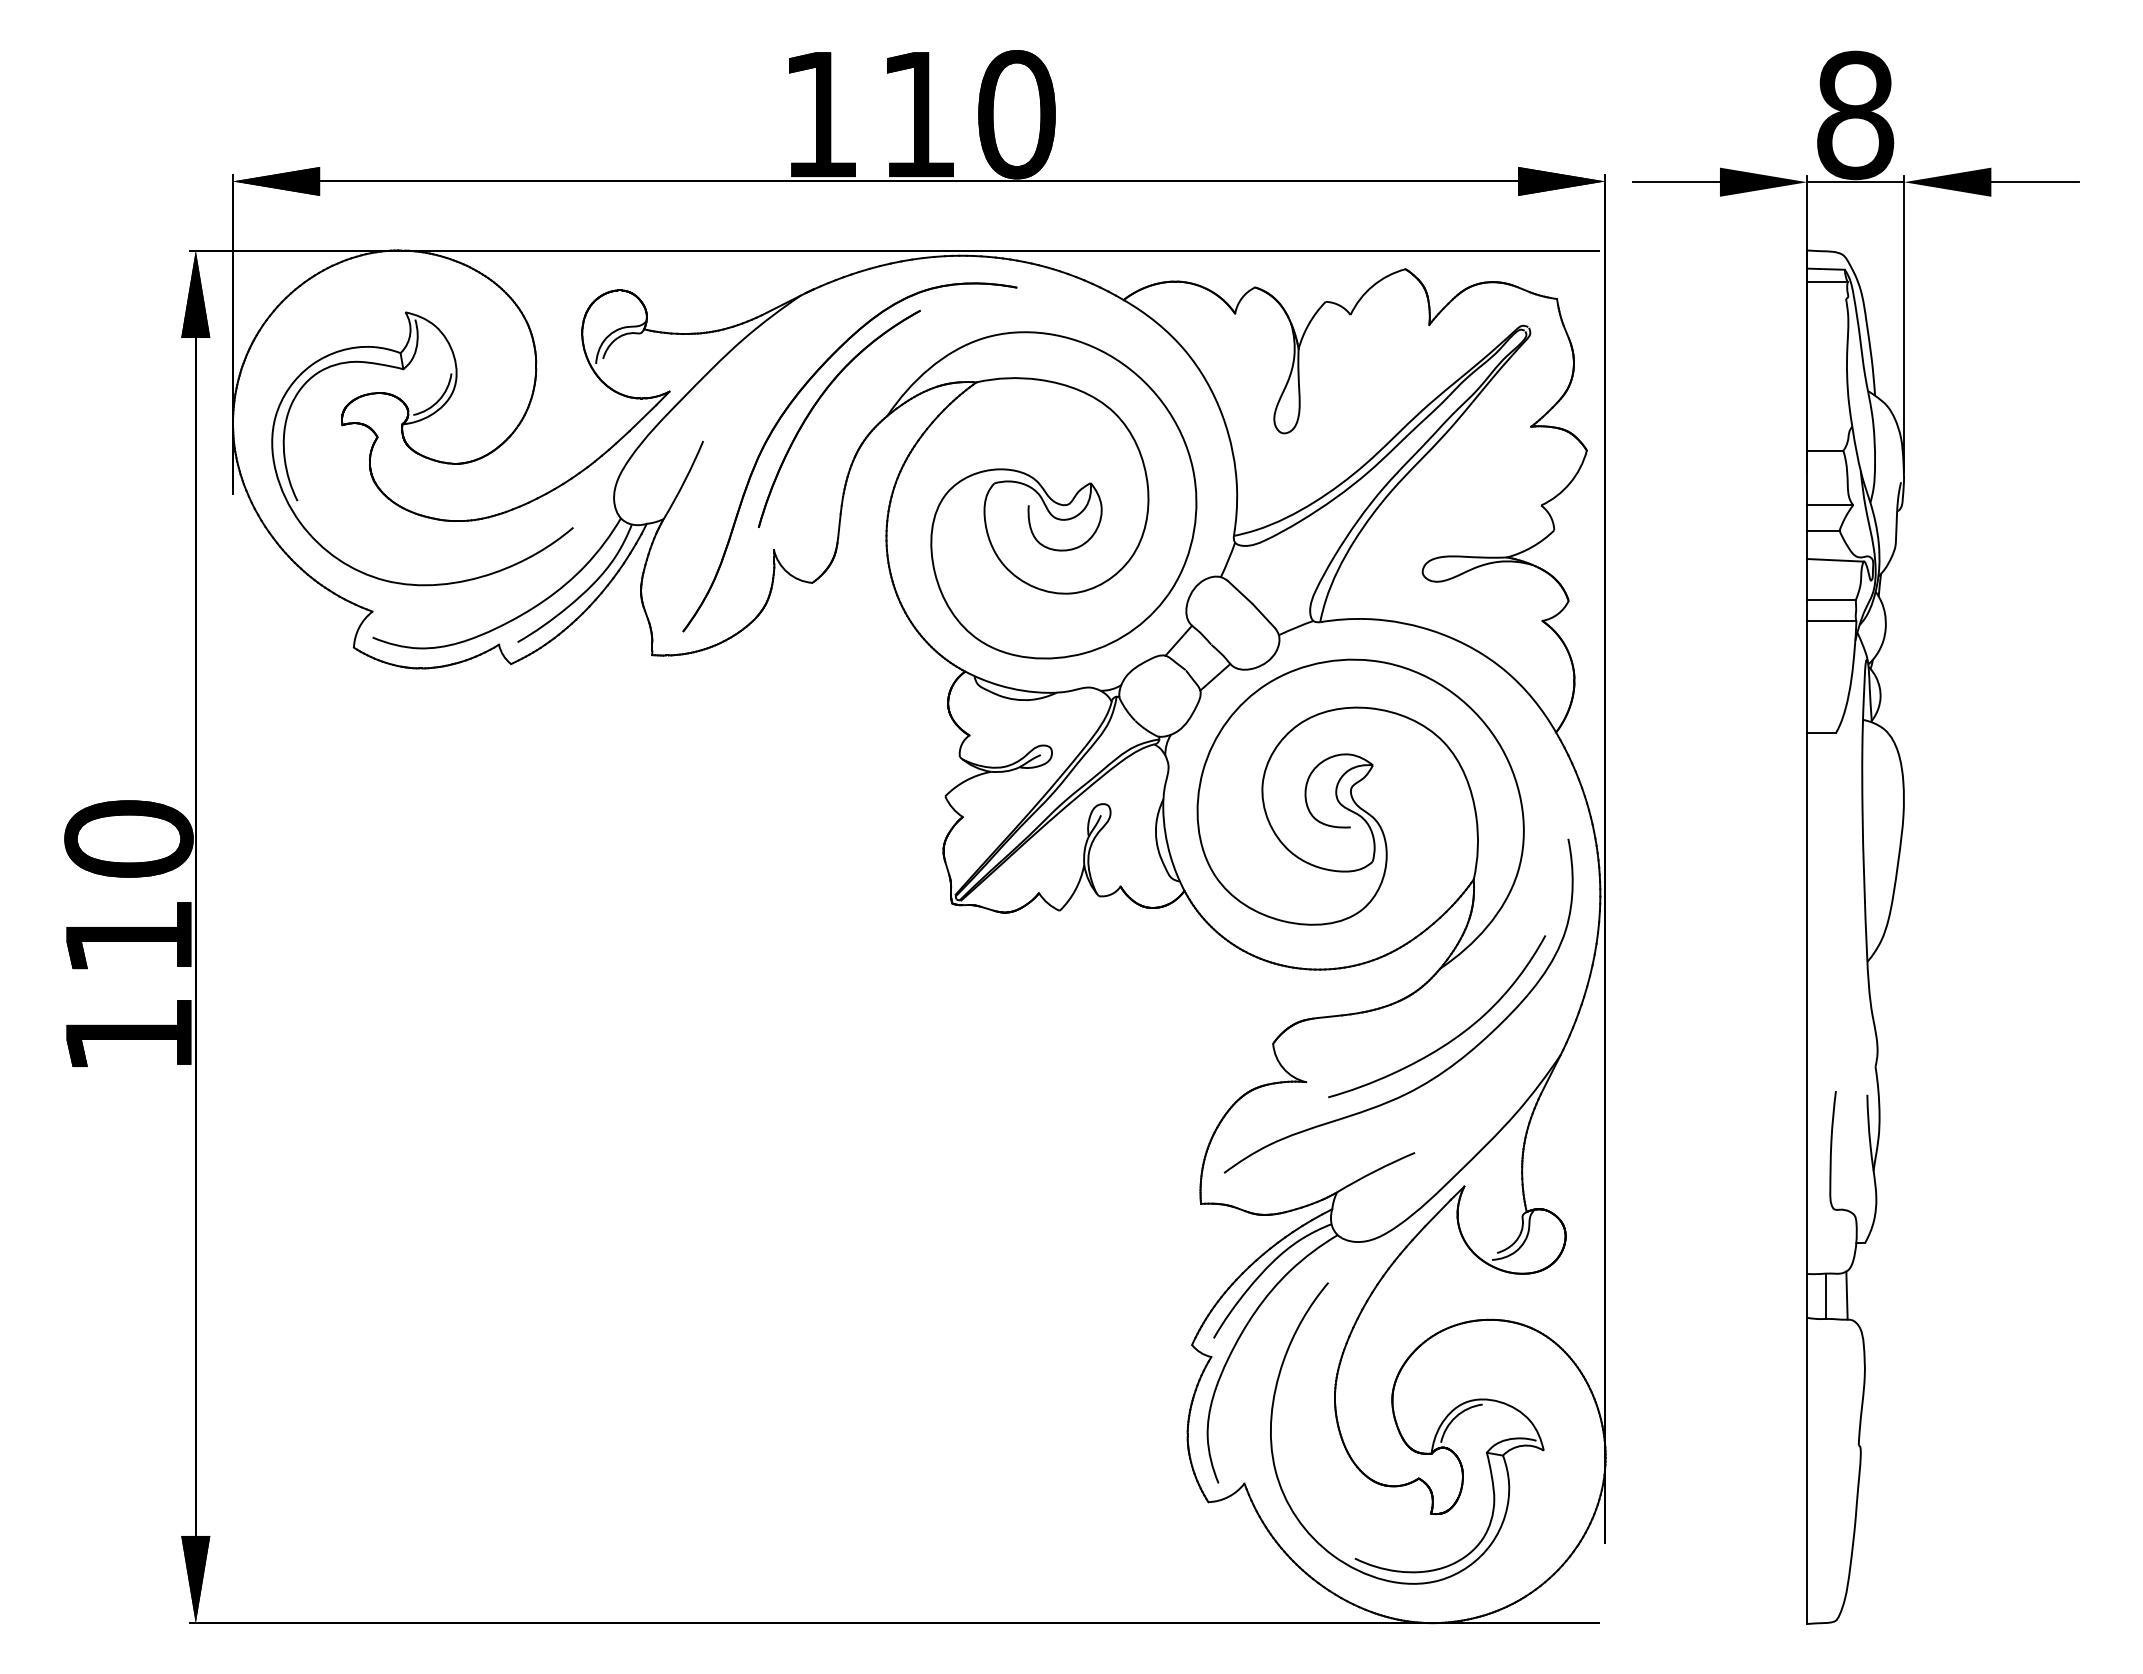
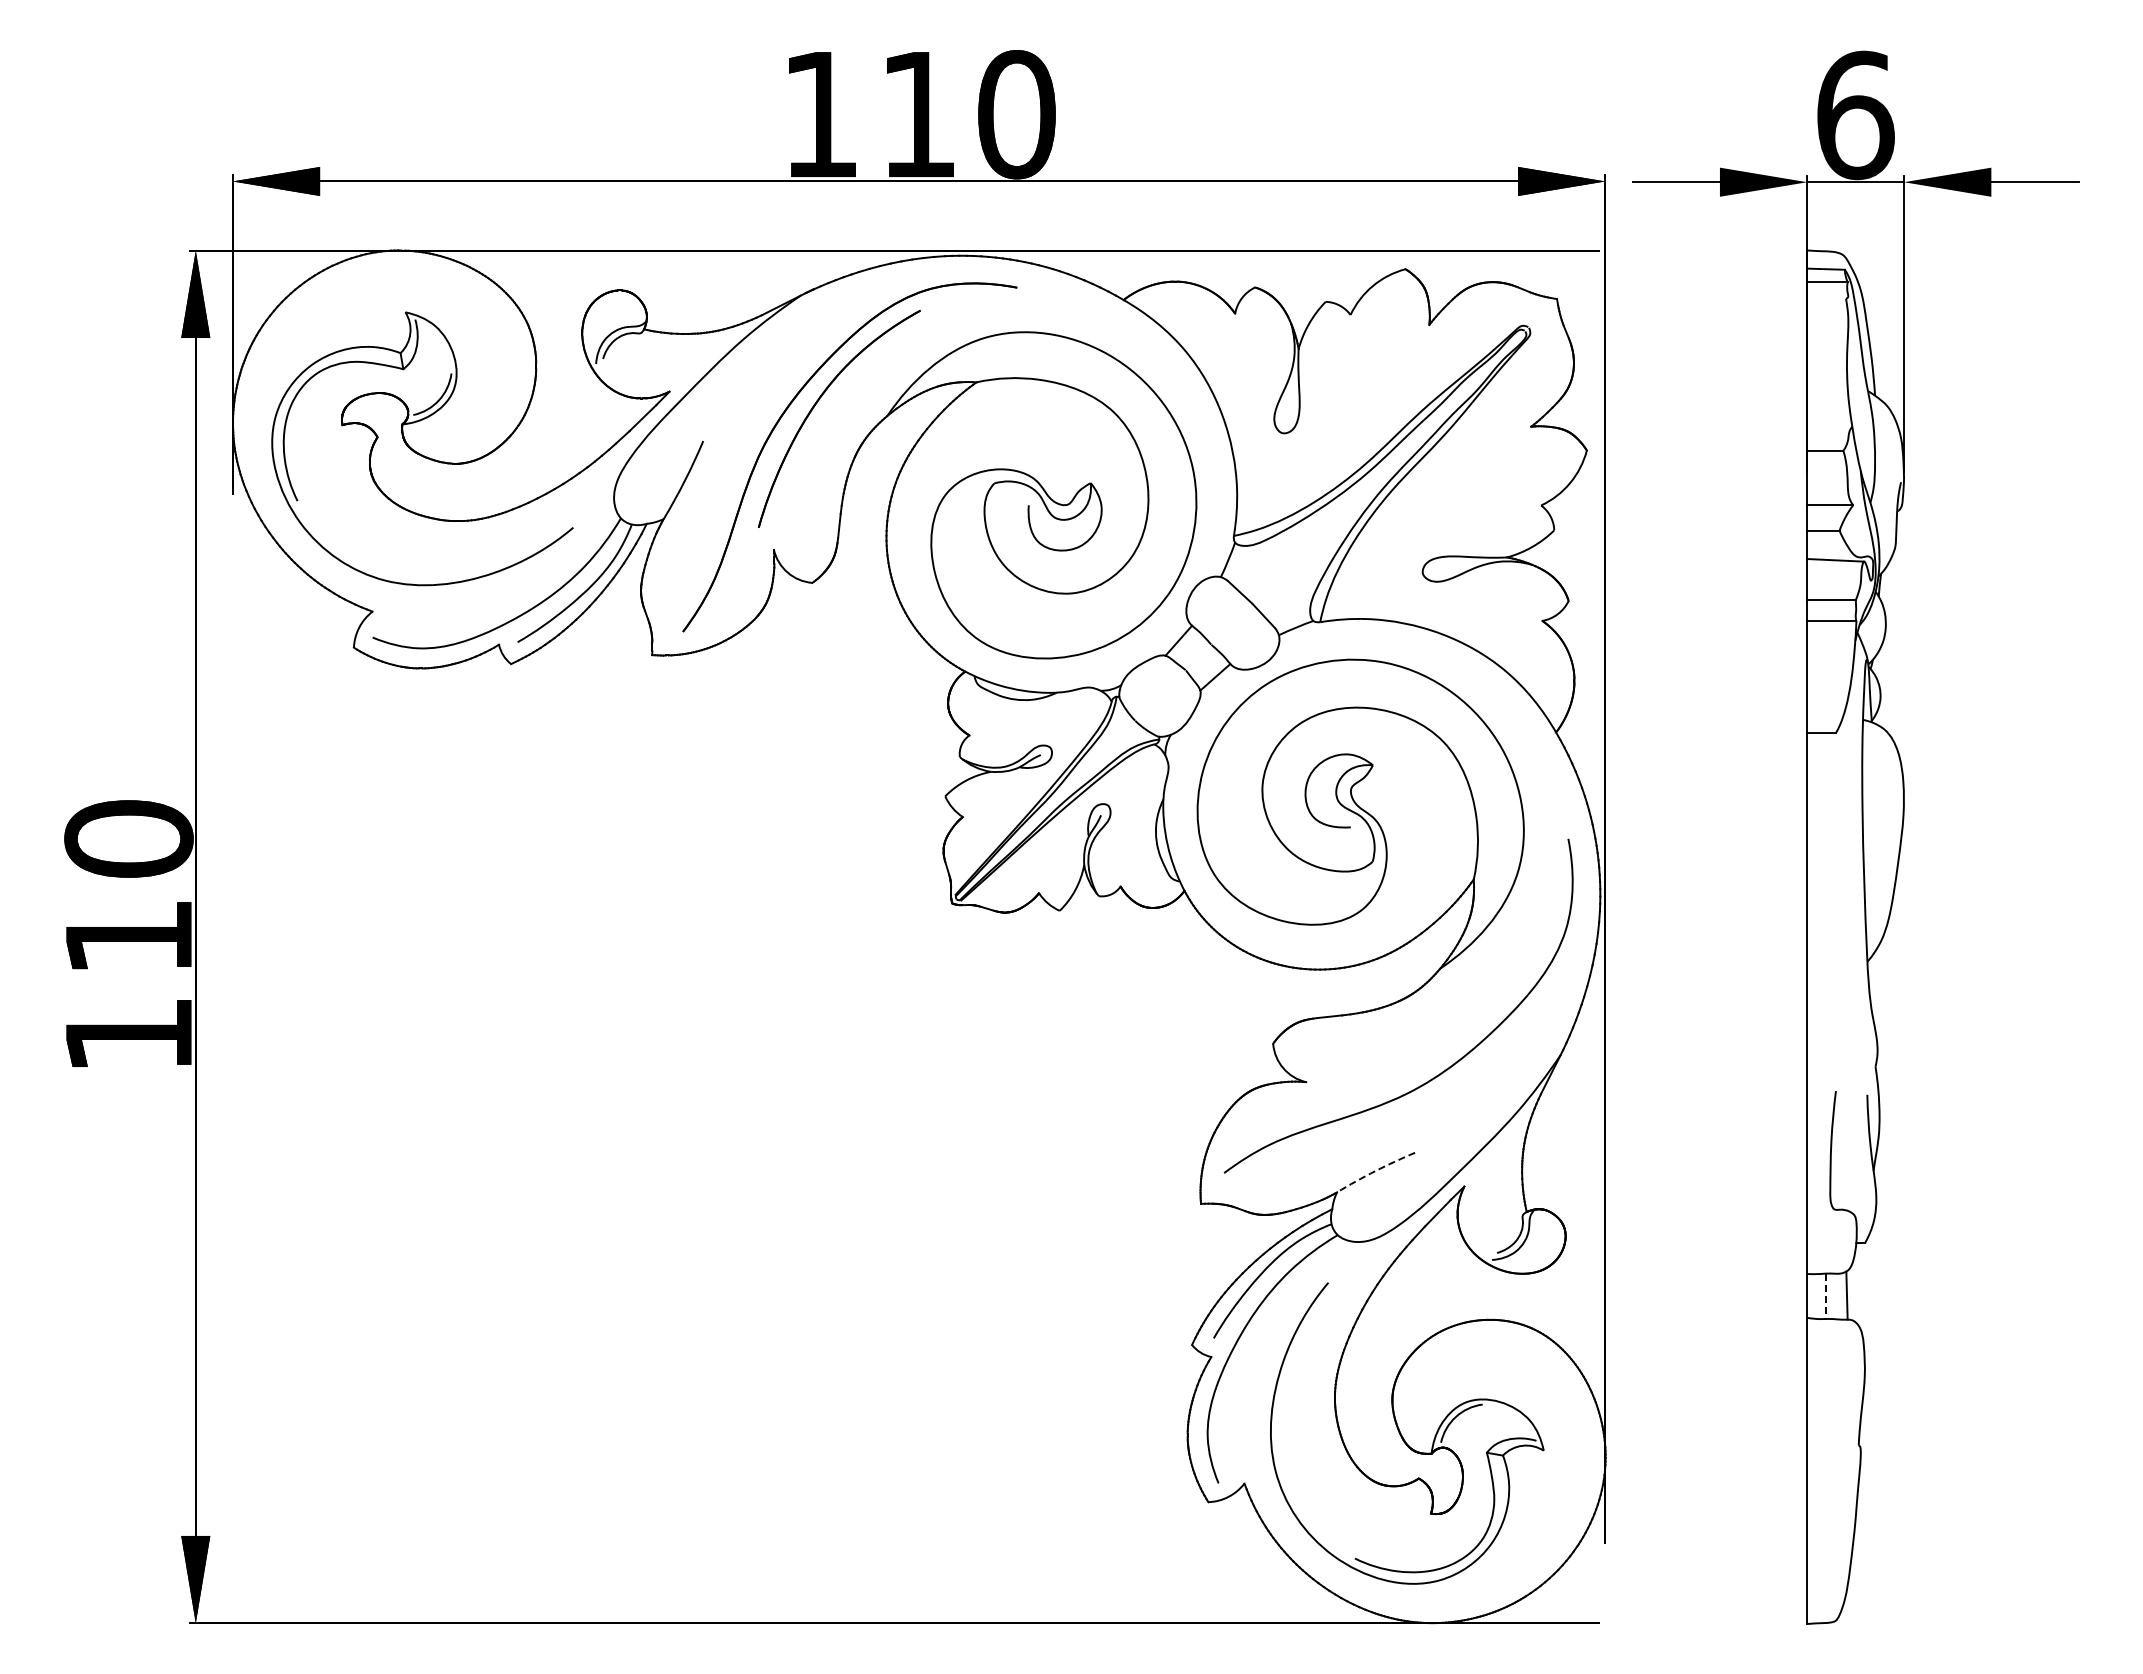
text at (1855, 115): 8 -> 6
curve at (1451, 1039): present -> none
arc at (1375, 1171): solid -> dashed
line at (1825, 1296): solid -> dashed
